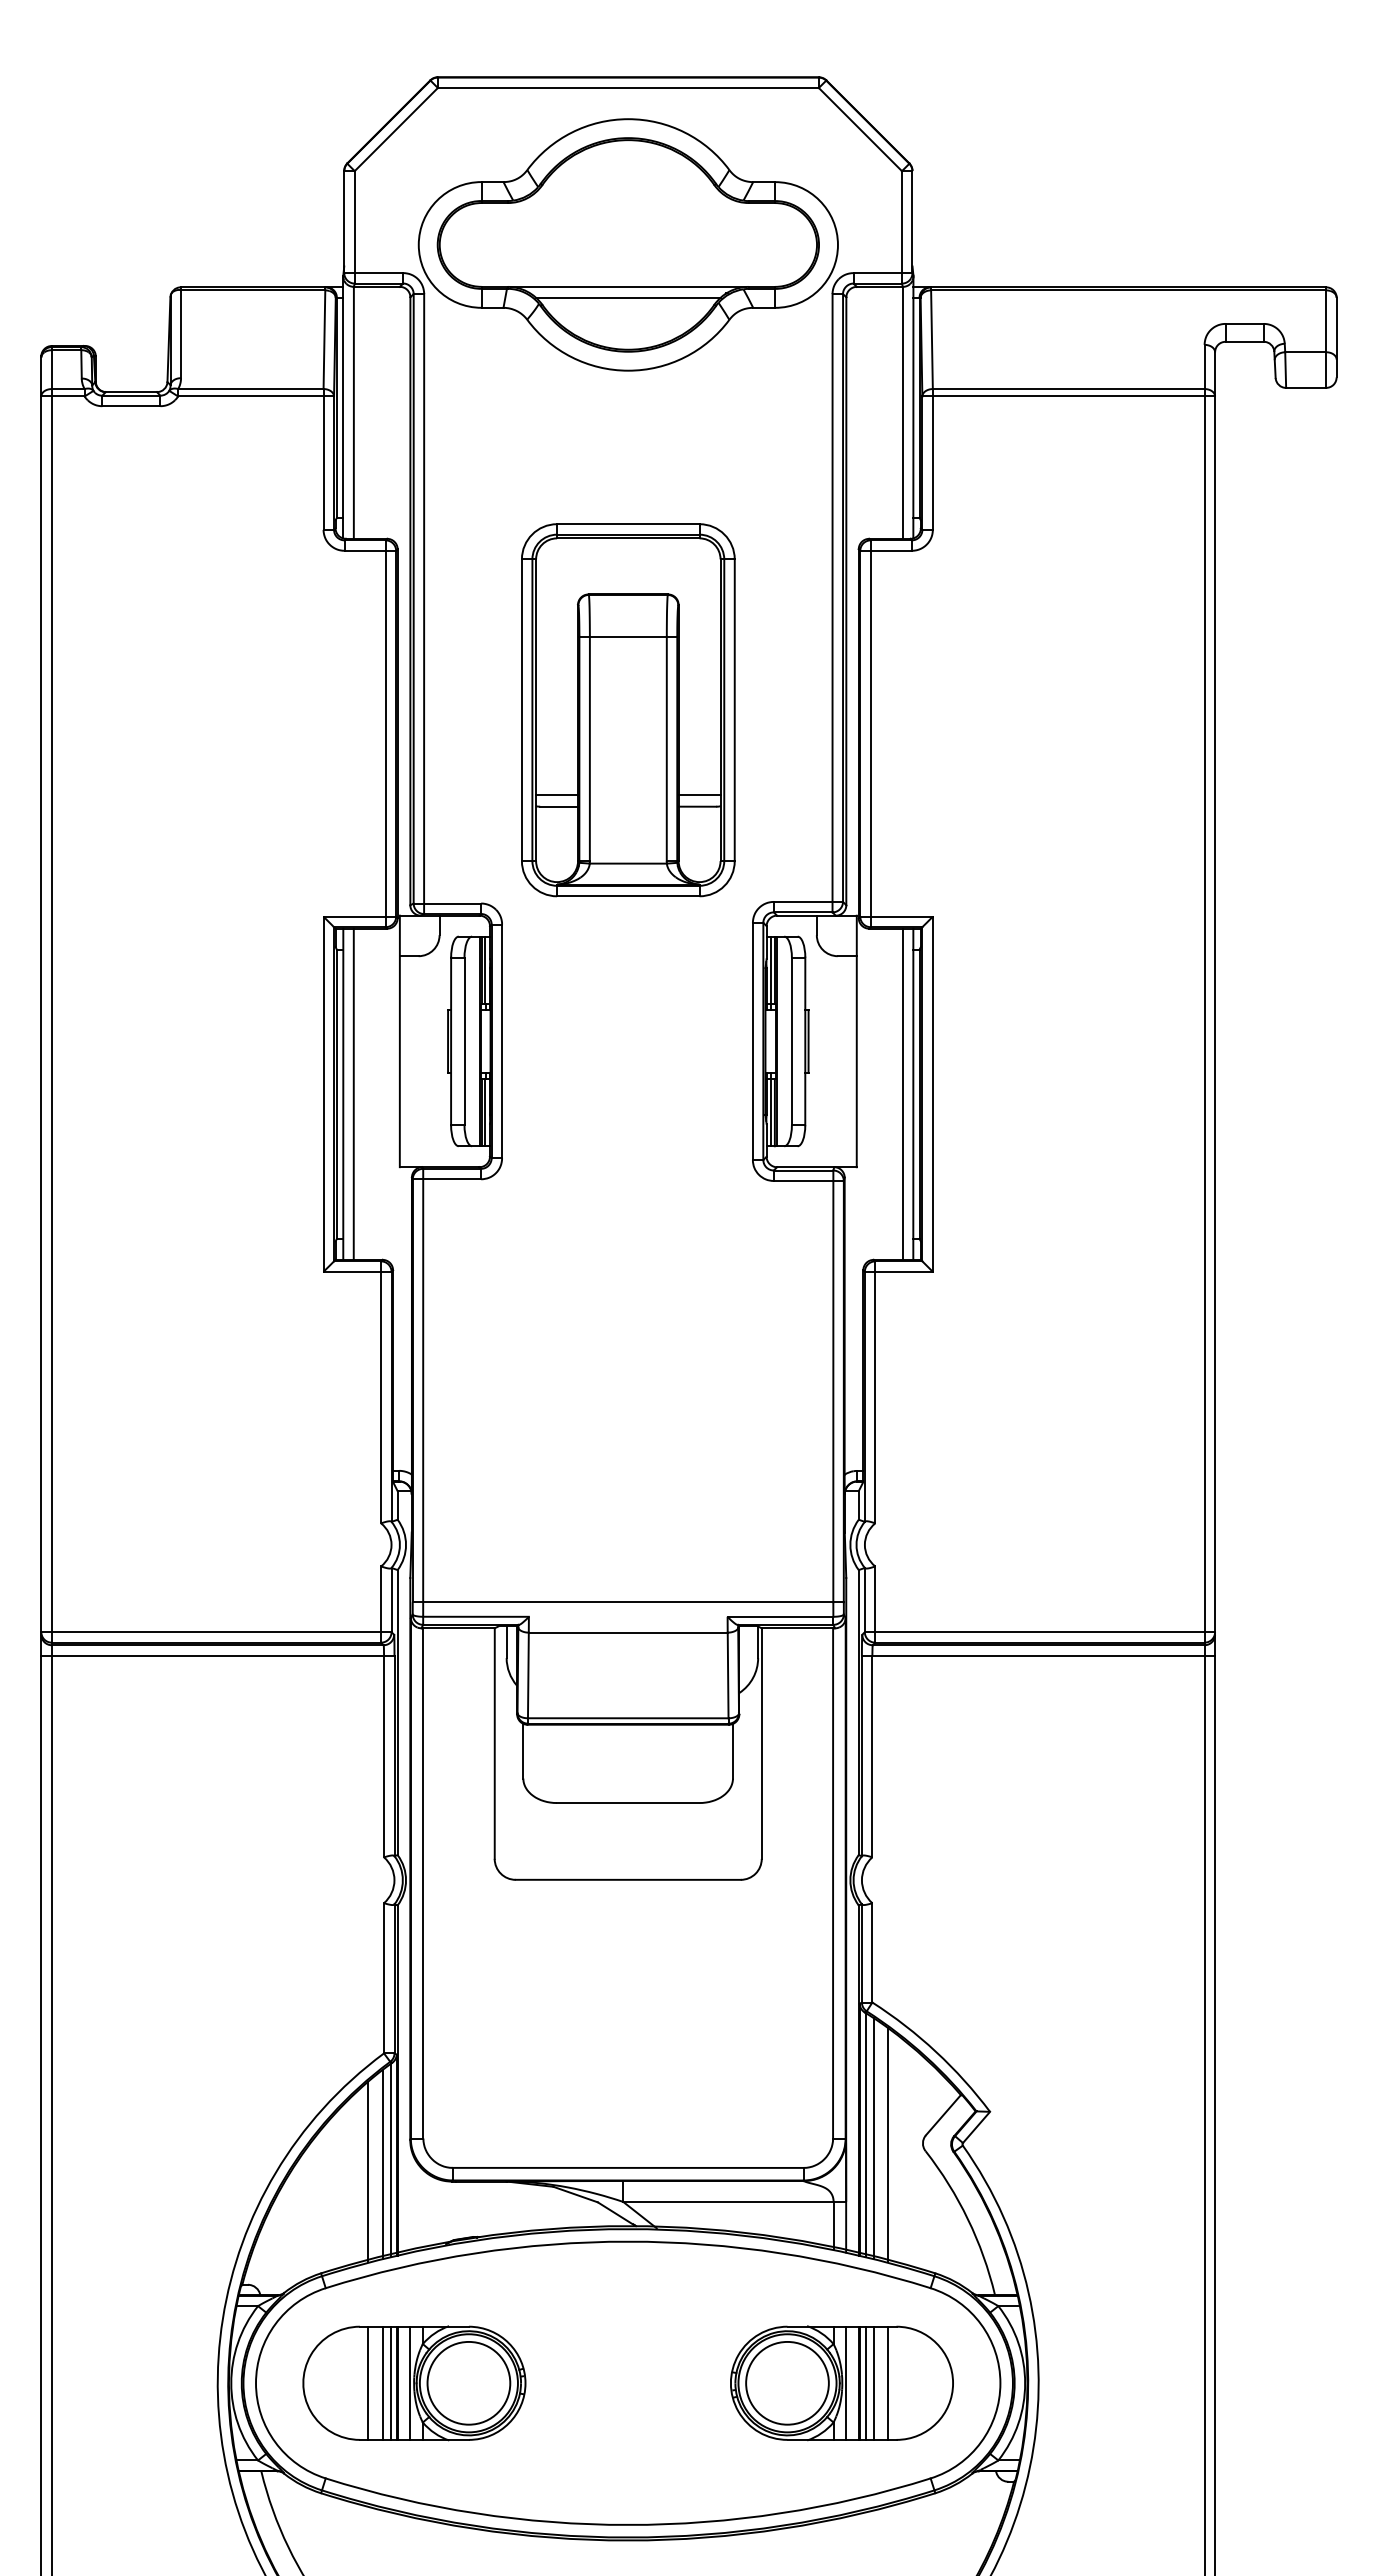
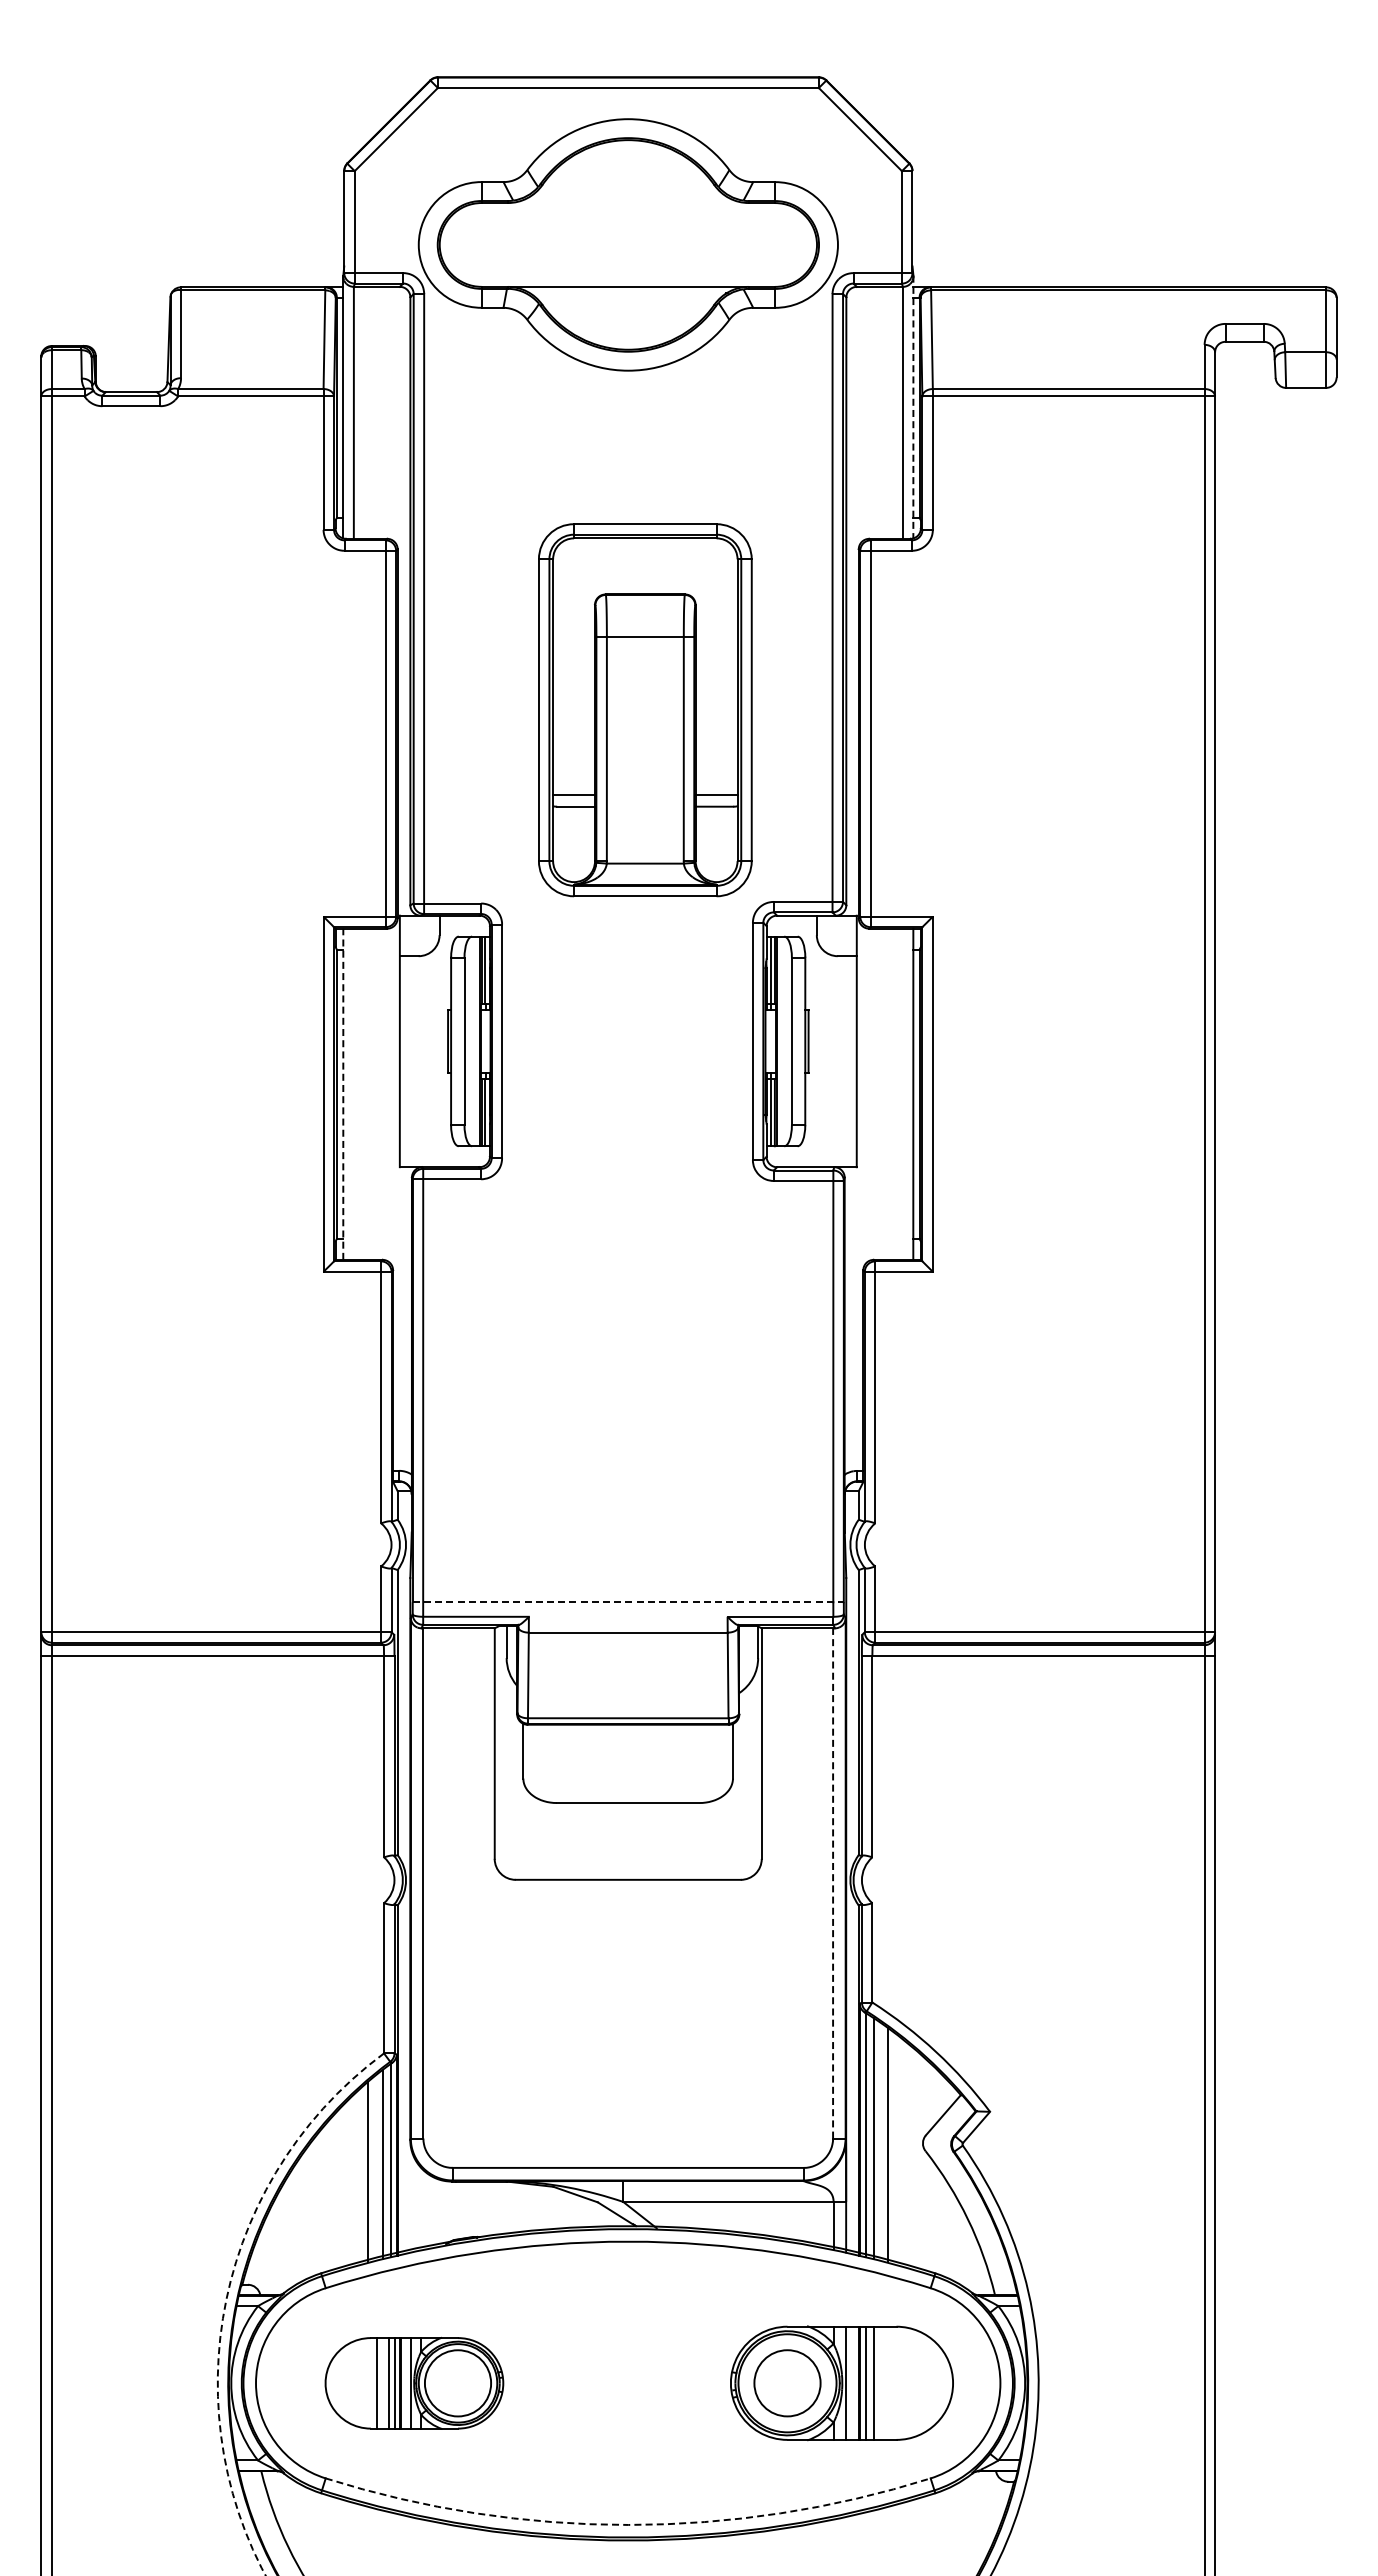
line at (628, 297): present -> none
line at (913, 407): solid -> dashed
part at (628, 710) position: (628, 710) -> (645, 710)
line at (353, 1093): present -> none
line at (902, 1093): present -> none
line at (343, 1094): solid -> dashed
line at (628, 1602): solid -> dashed
line at (833, 1882): solid -> dashed
arc at (227, 2293): solid -> dashed
circle at (787, 2382) diameter: 83 px -> 66 px
line at (888, 2382): present -> none
part at (414, 2383) size: 225x117 px -> 181x94 px
arc at (628, 2524): solid -> dashed
